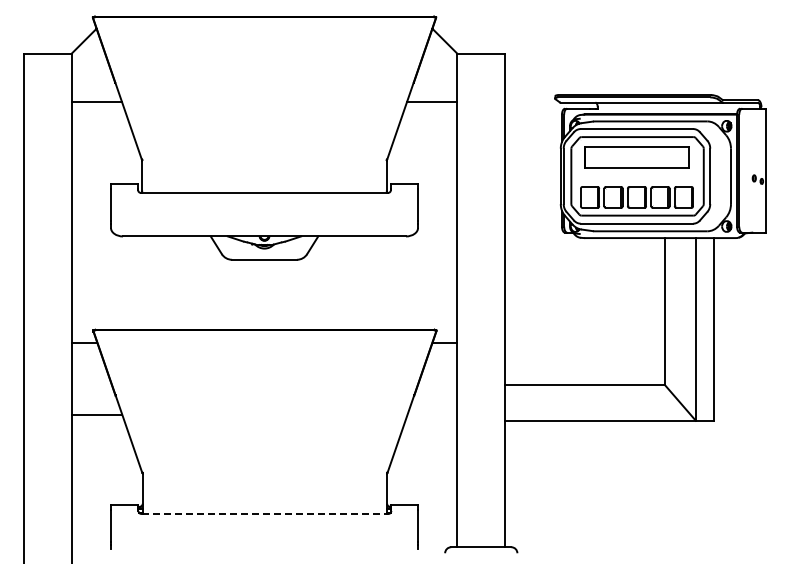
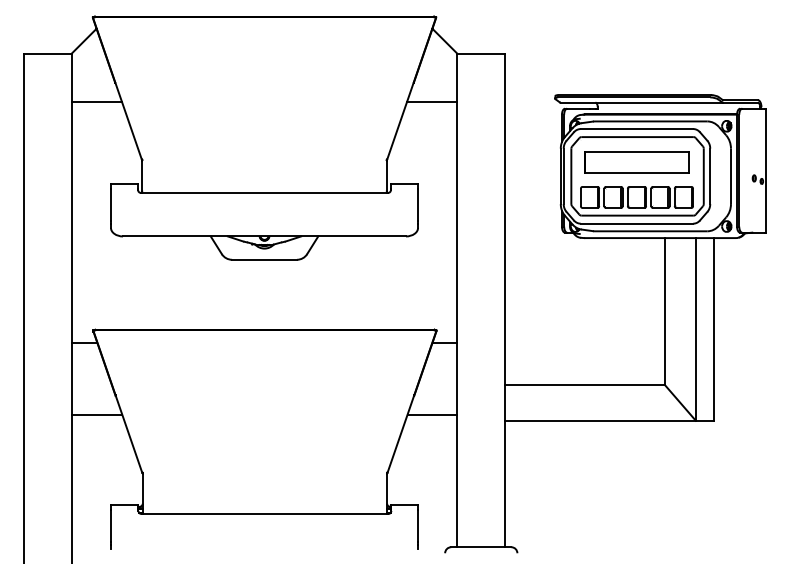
part at (636, 157) position: (636, 157) -> (636, 162)
line at (432, 414): none -> present
line at (265, 513): dashed -> solid
